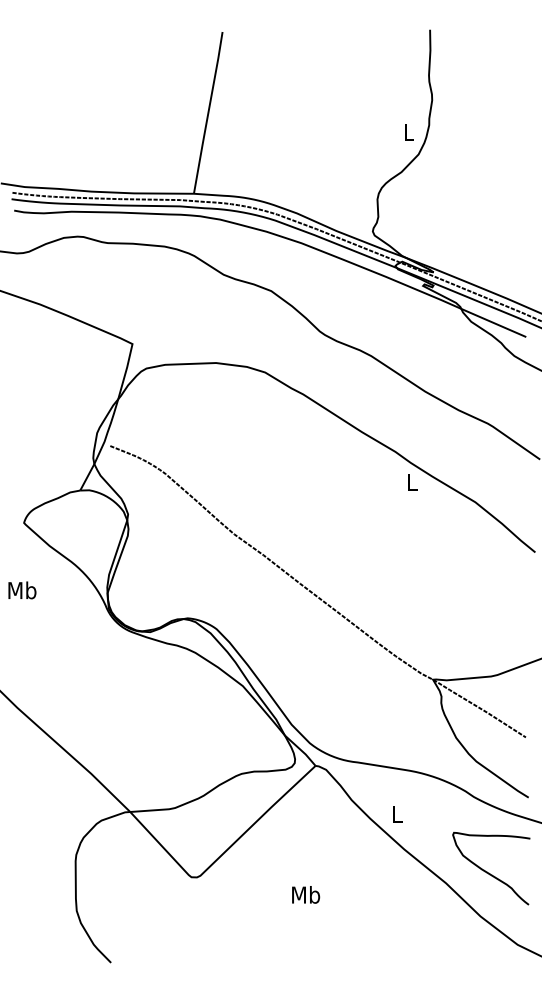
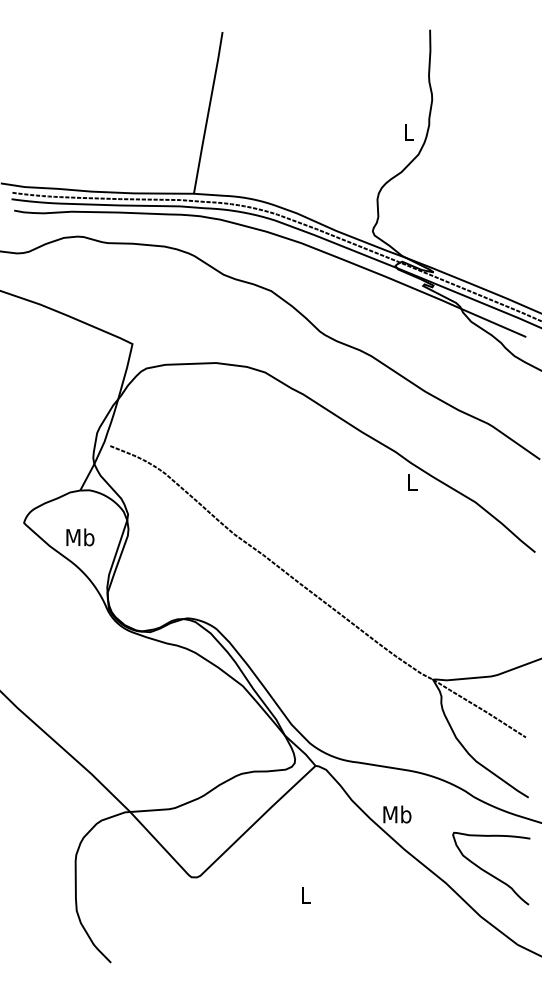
text at (22, 590) position: (22, 590) -> (80, 537)
text at (397, 814): L -> Mb
text at (306, 894): Mb -> L
